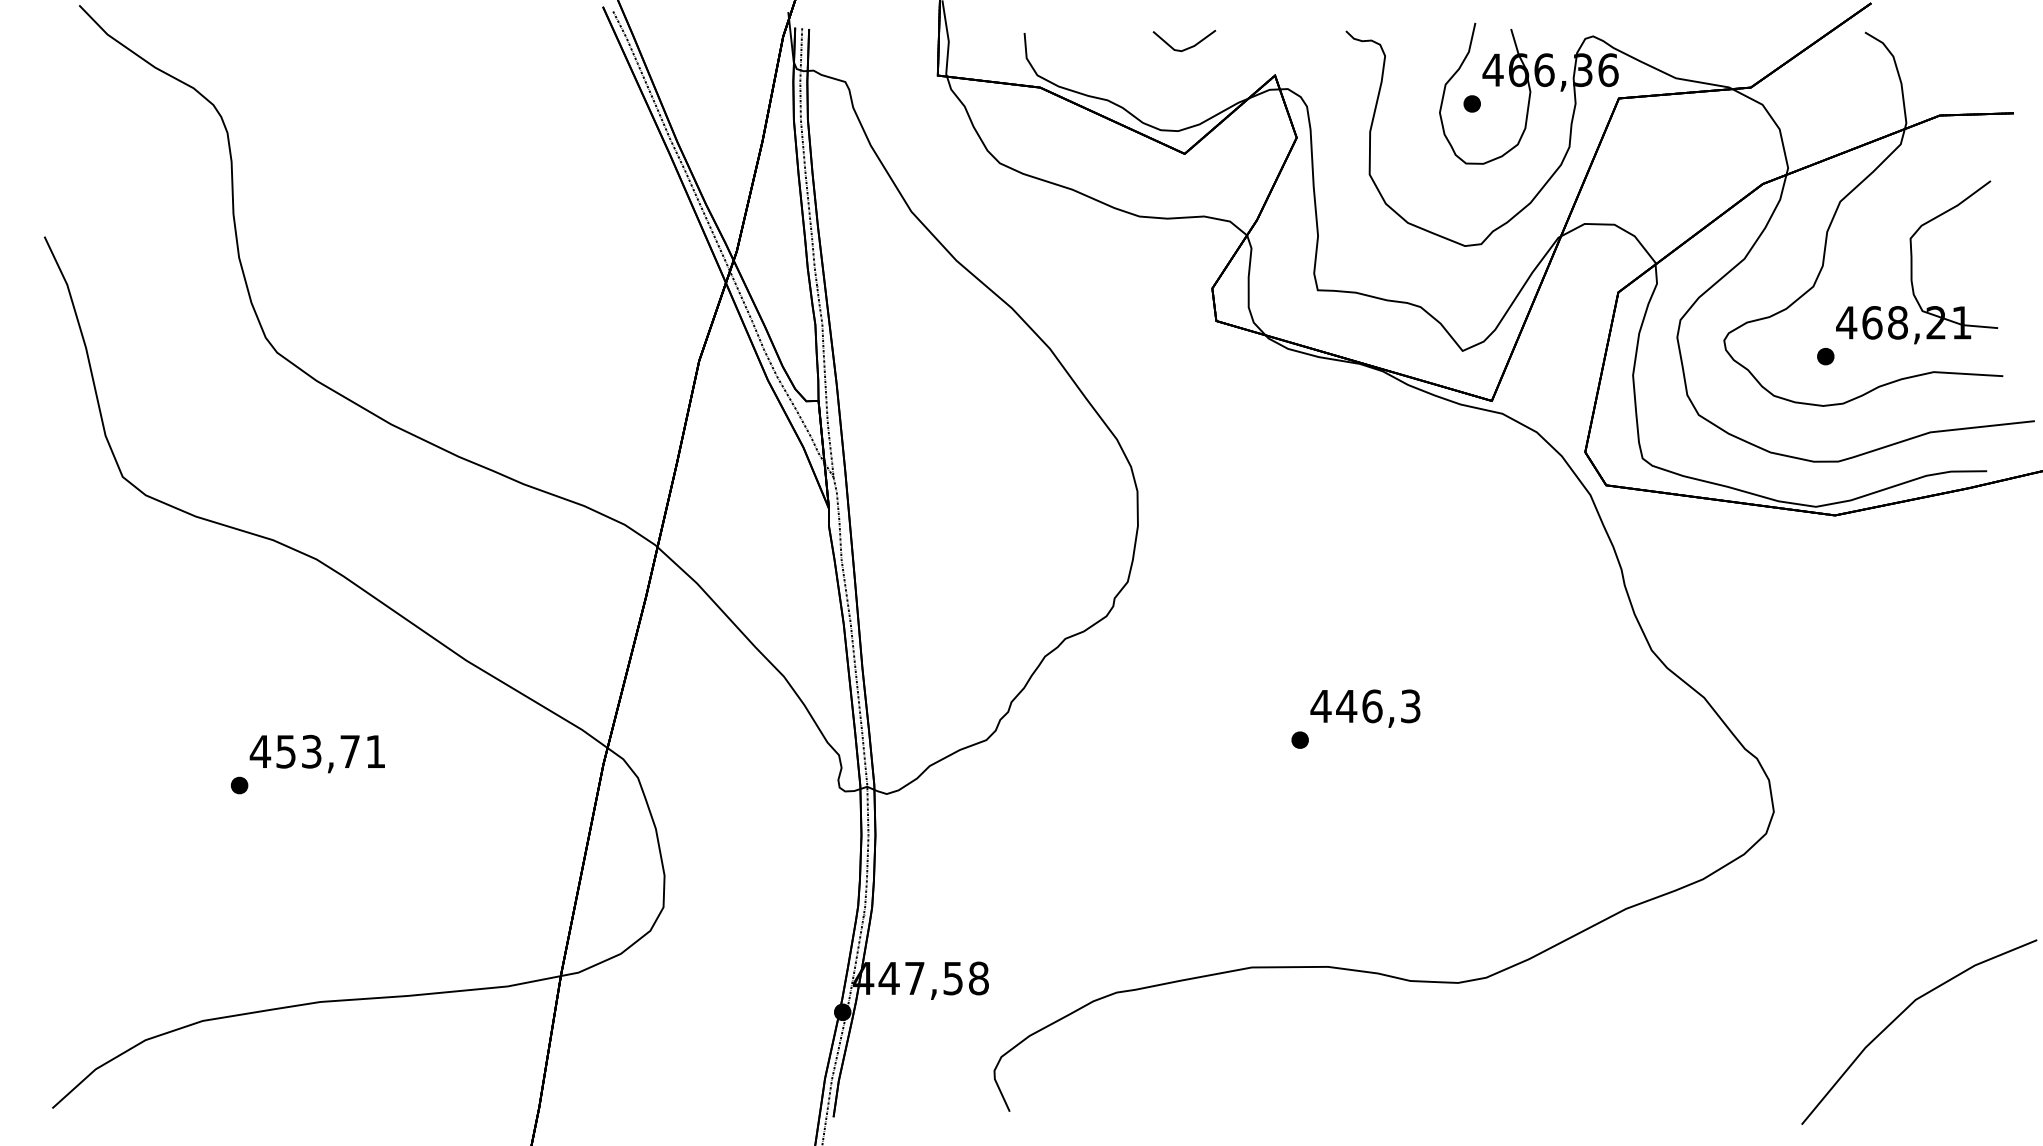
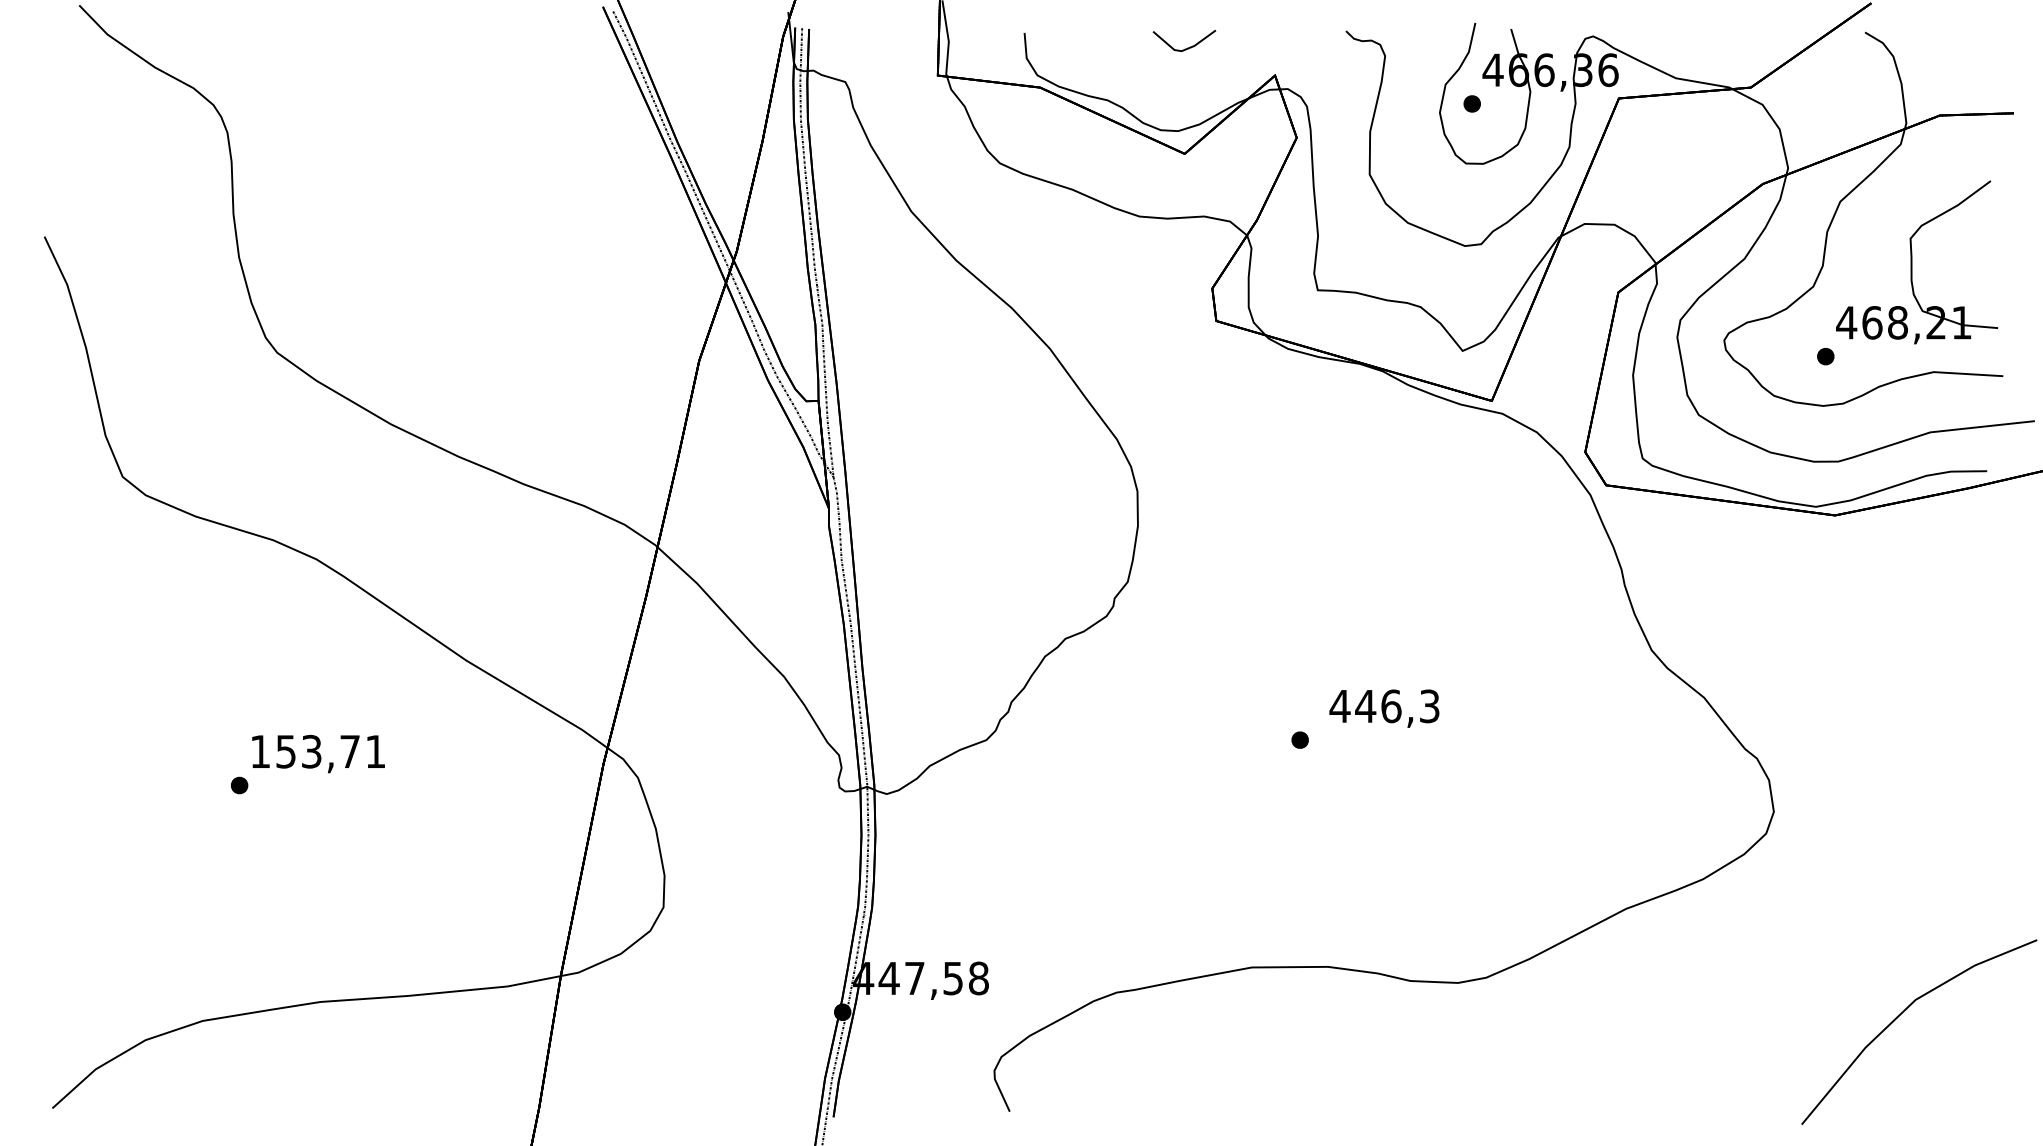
text at (1365, 708) position: (1365, 708) -> (1384, 708)
text at (260, 751): 453,71 -> 153,71
